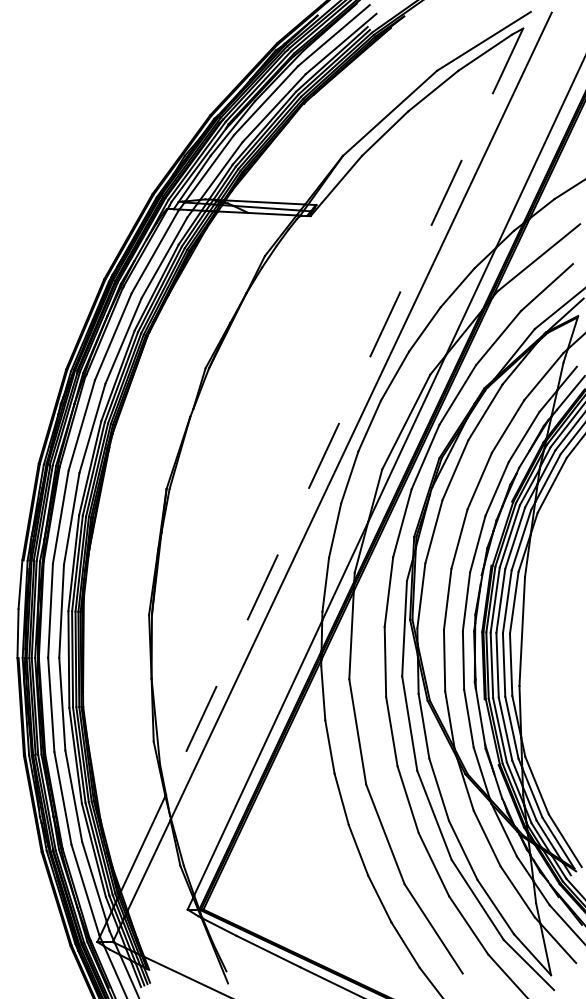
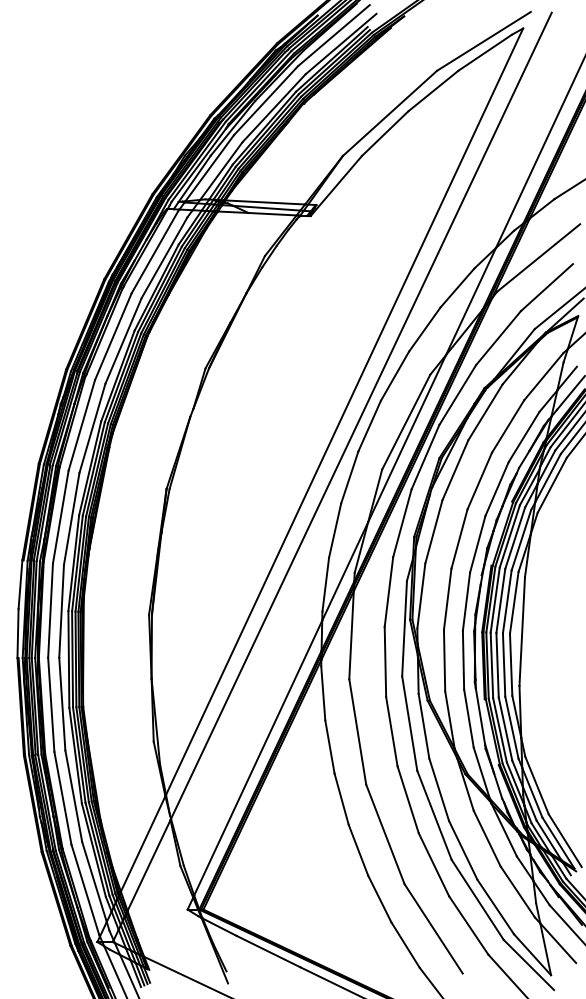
line at (344, 411): dashed -> solid
